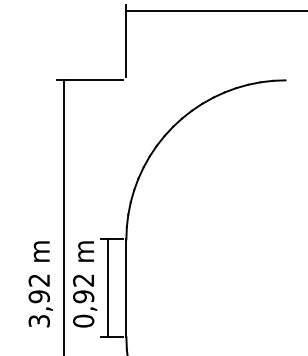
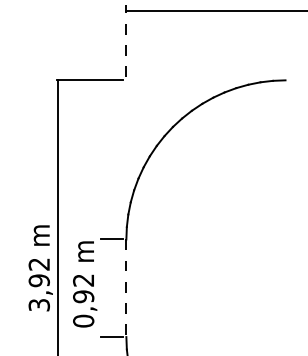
line at (126, 40): solid -> dashed
line at (63, 216) position: (63, 216) -> (57, 216)
text at (40, 284) position: (40, 284) -> (40, 268)
line at (107, 288): present -> none
line at (126, 288): solid -> dashed
